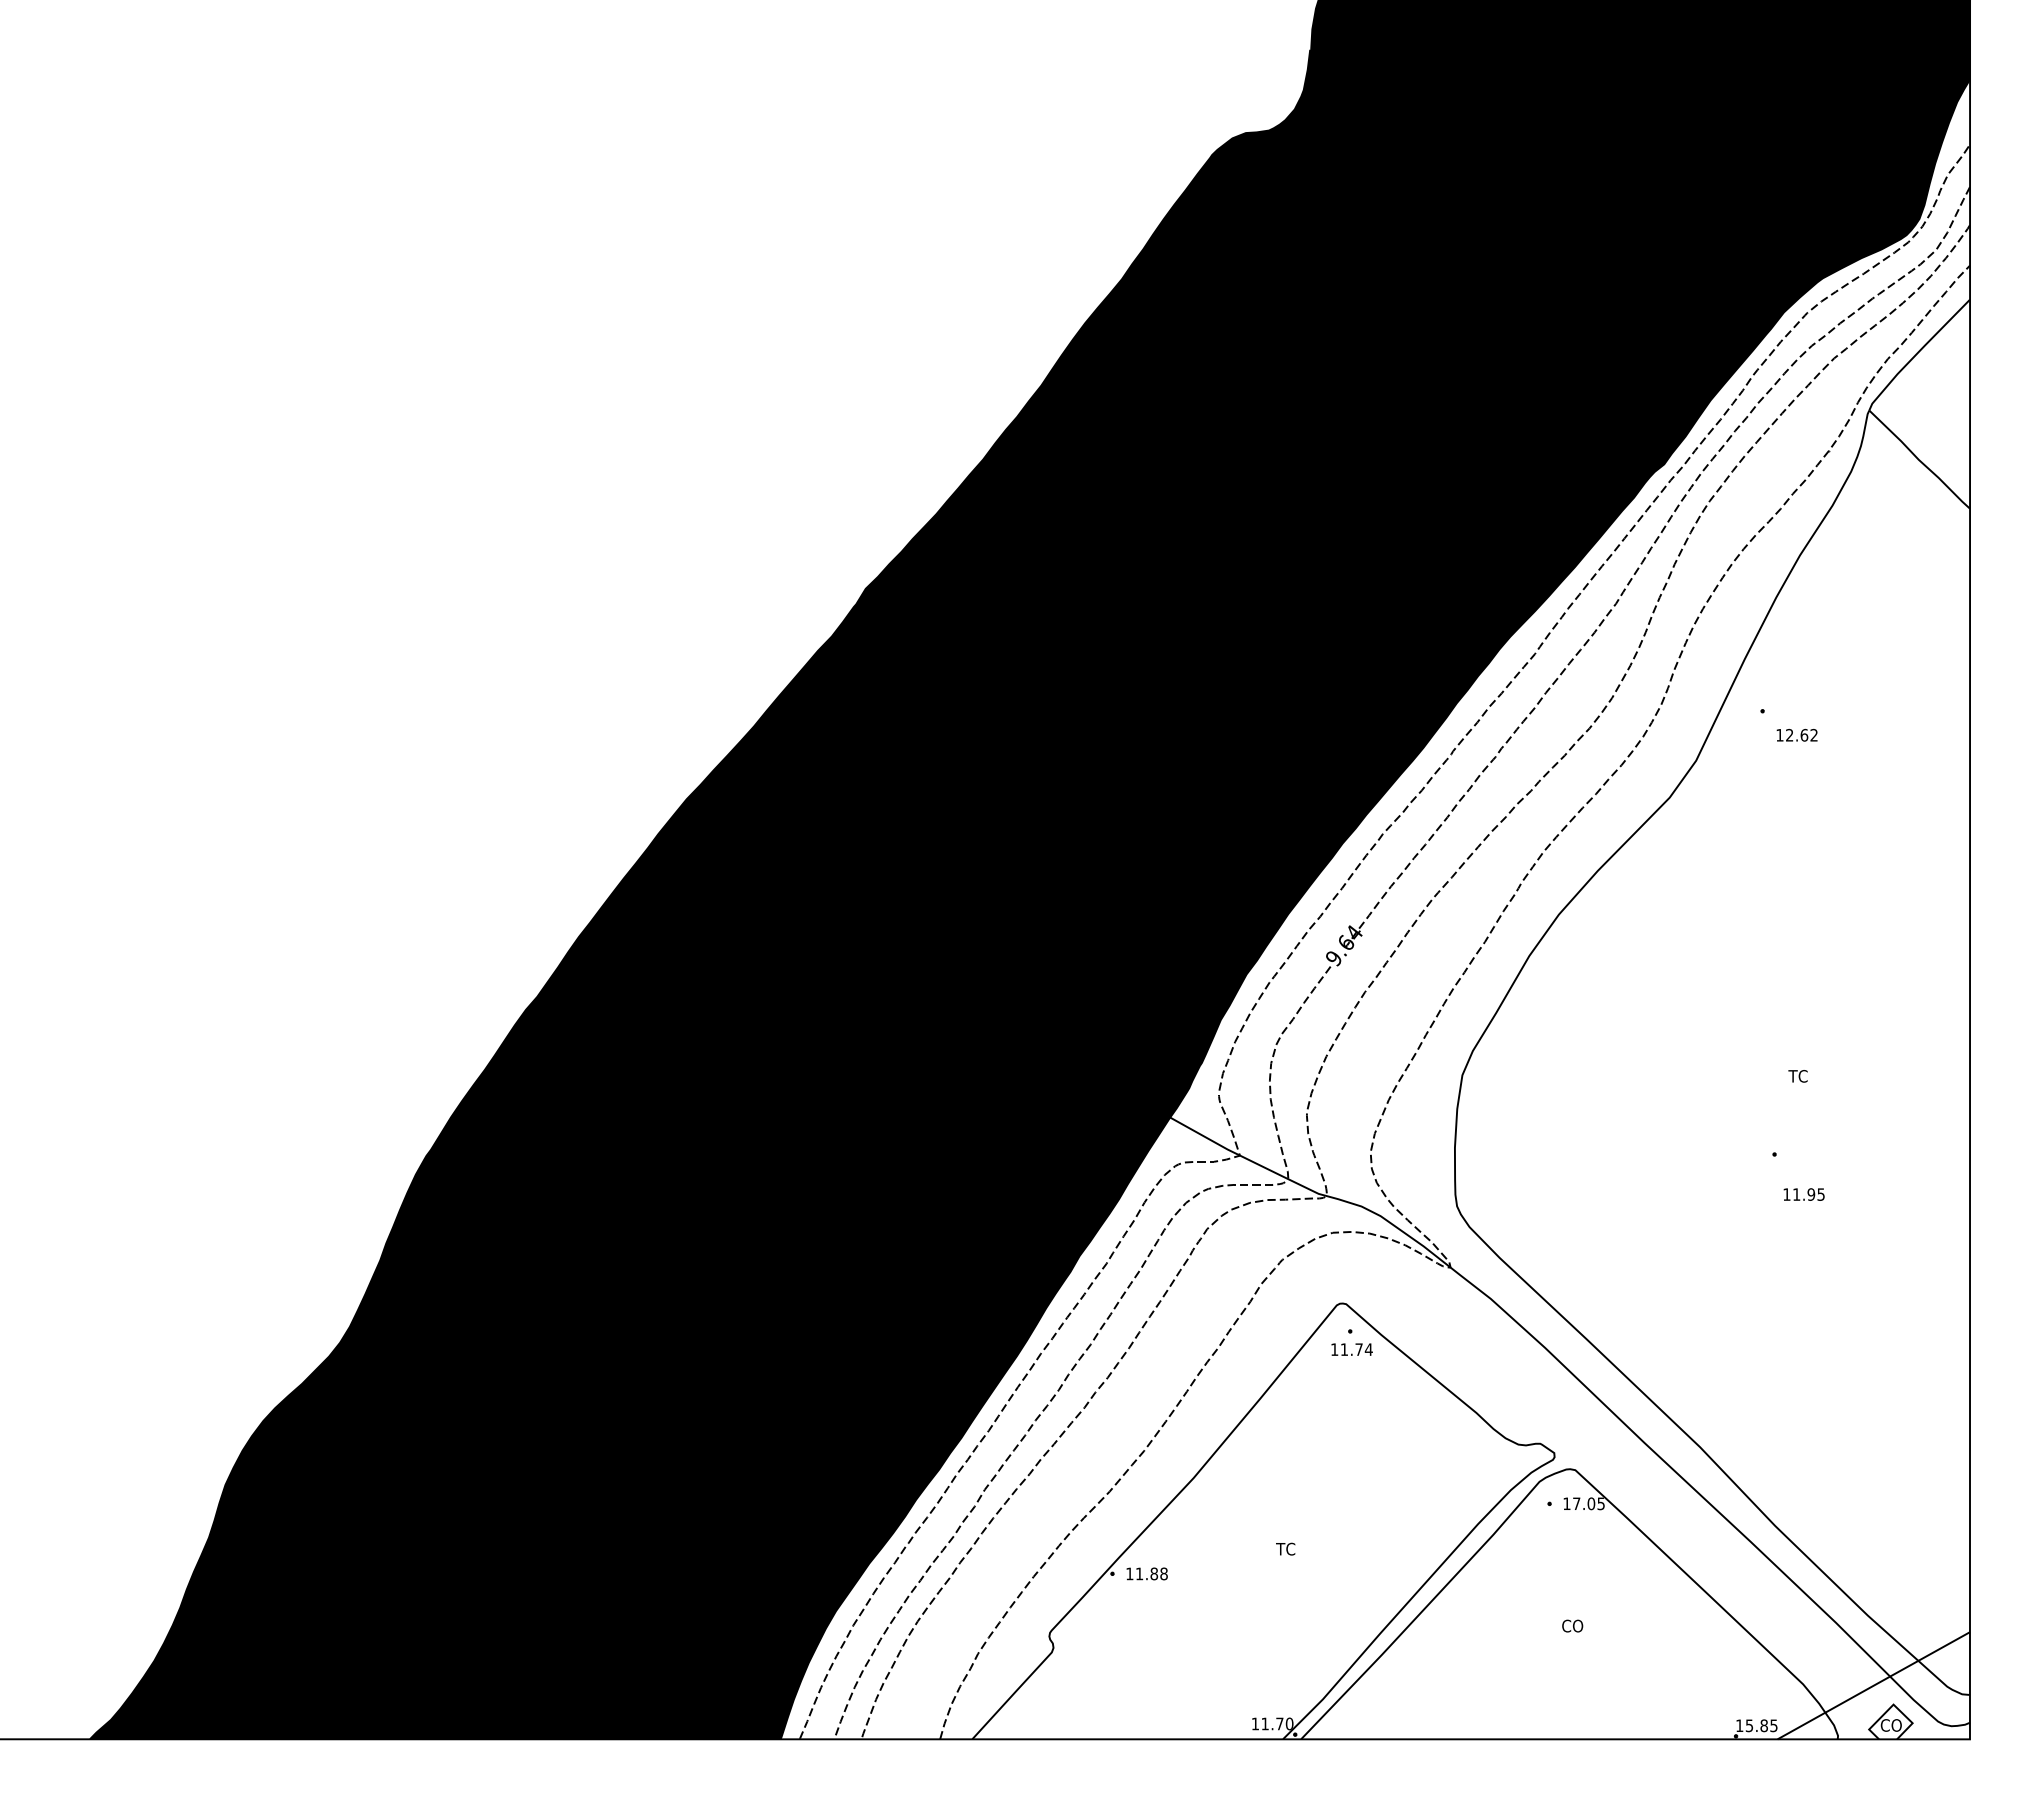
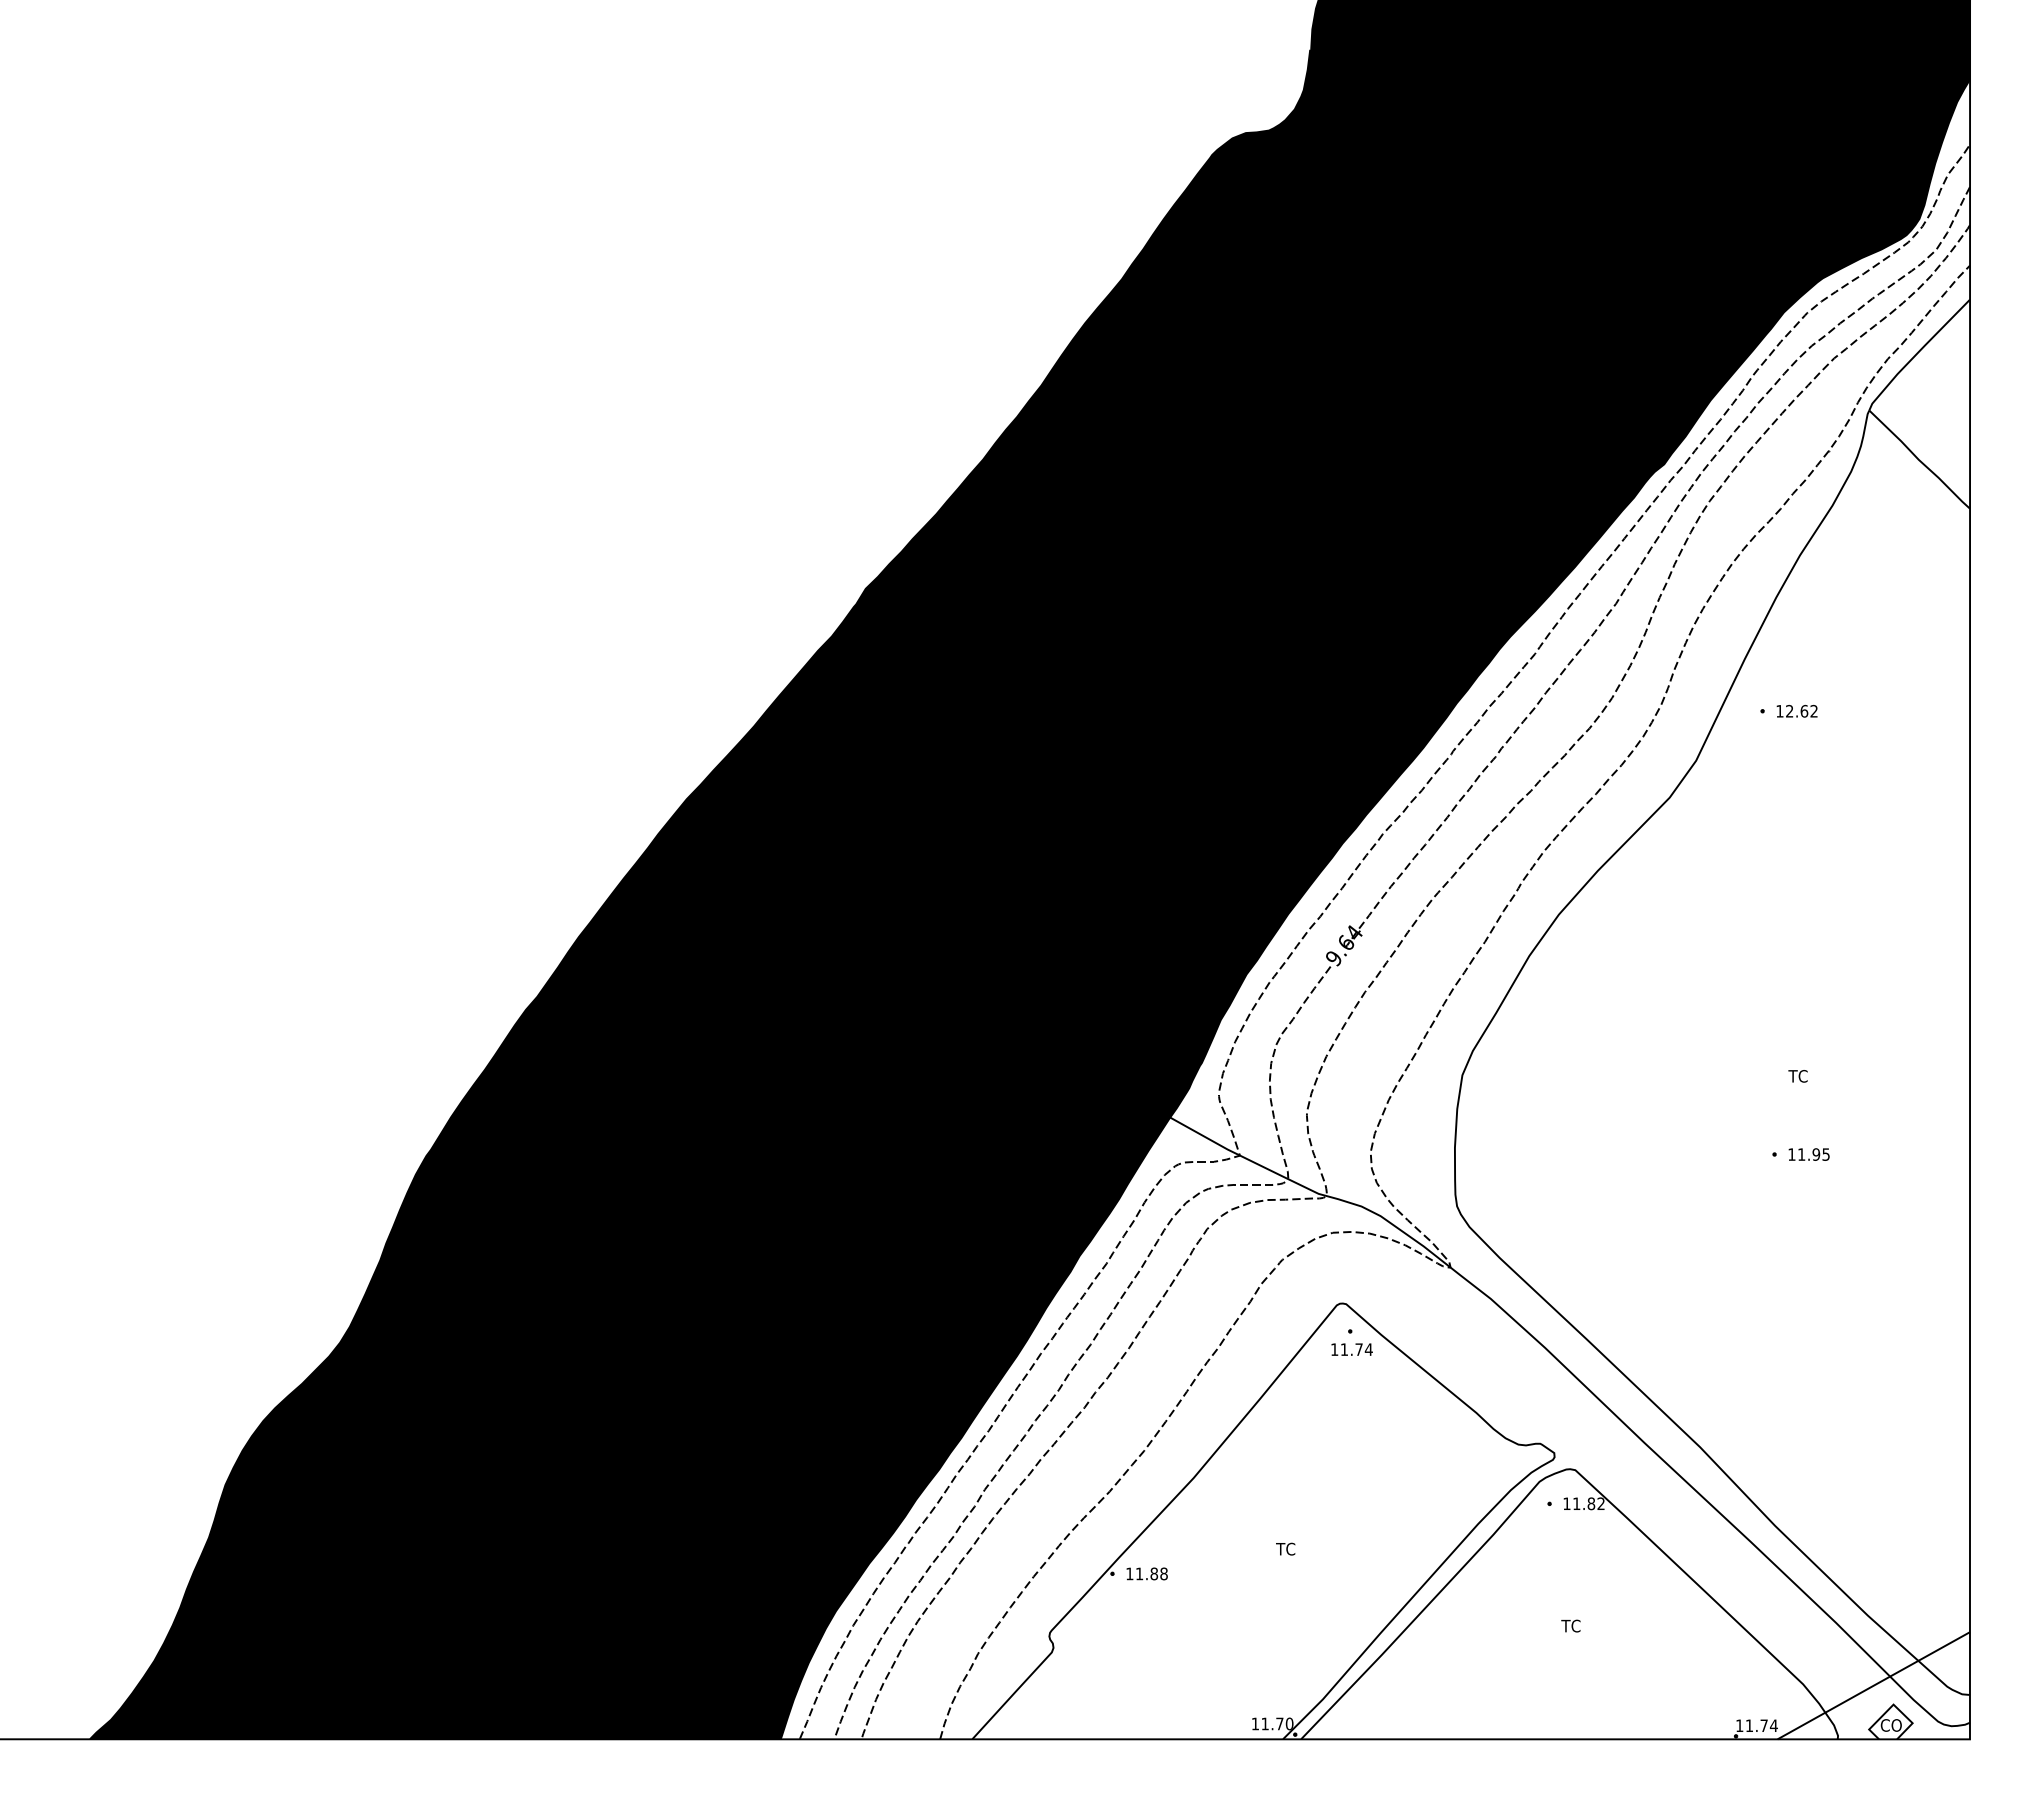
text at (1796, 735) position: (1796, 735) -> (1796, 711)
text at (1803, 1194) position: (1803, 1194) -> (1808, 1154)
text at (1588, 1503): 17.05 -> 11.82
text at (1572, 1625): CO -> TC
text at (1761, 1725): 15.85 -> 11.74
